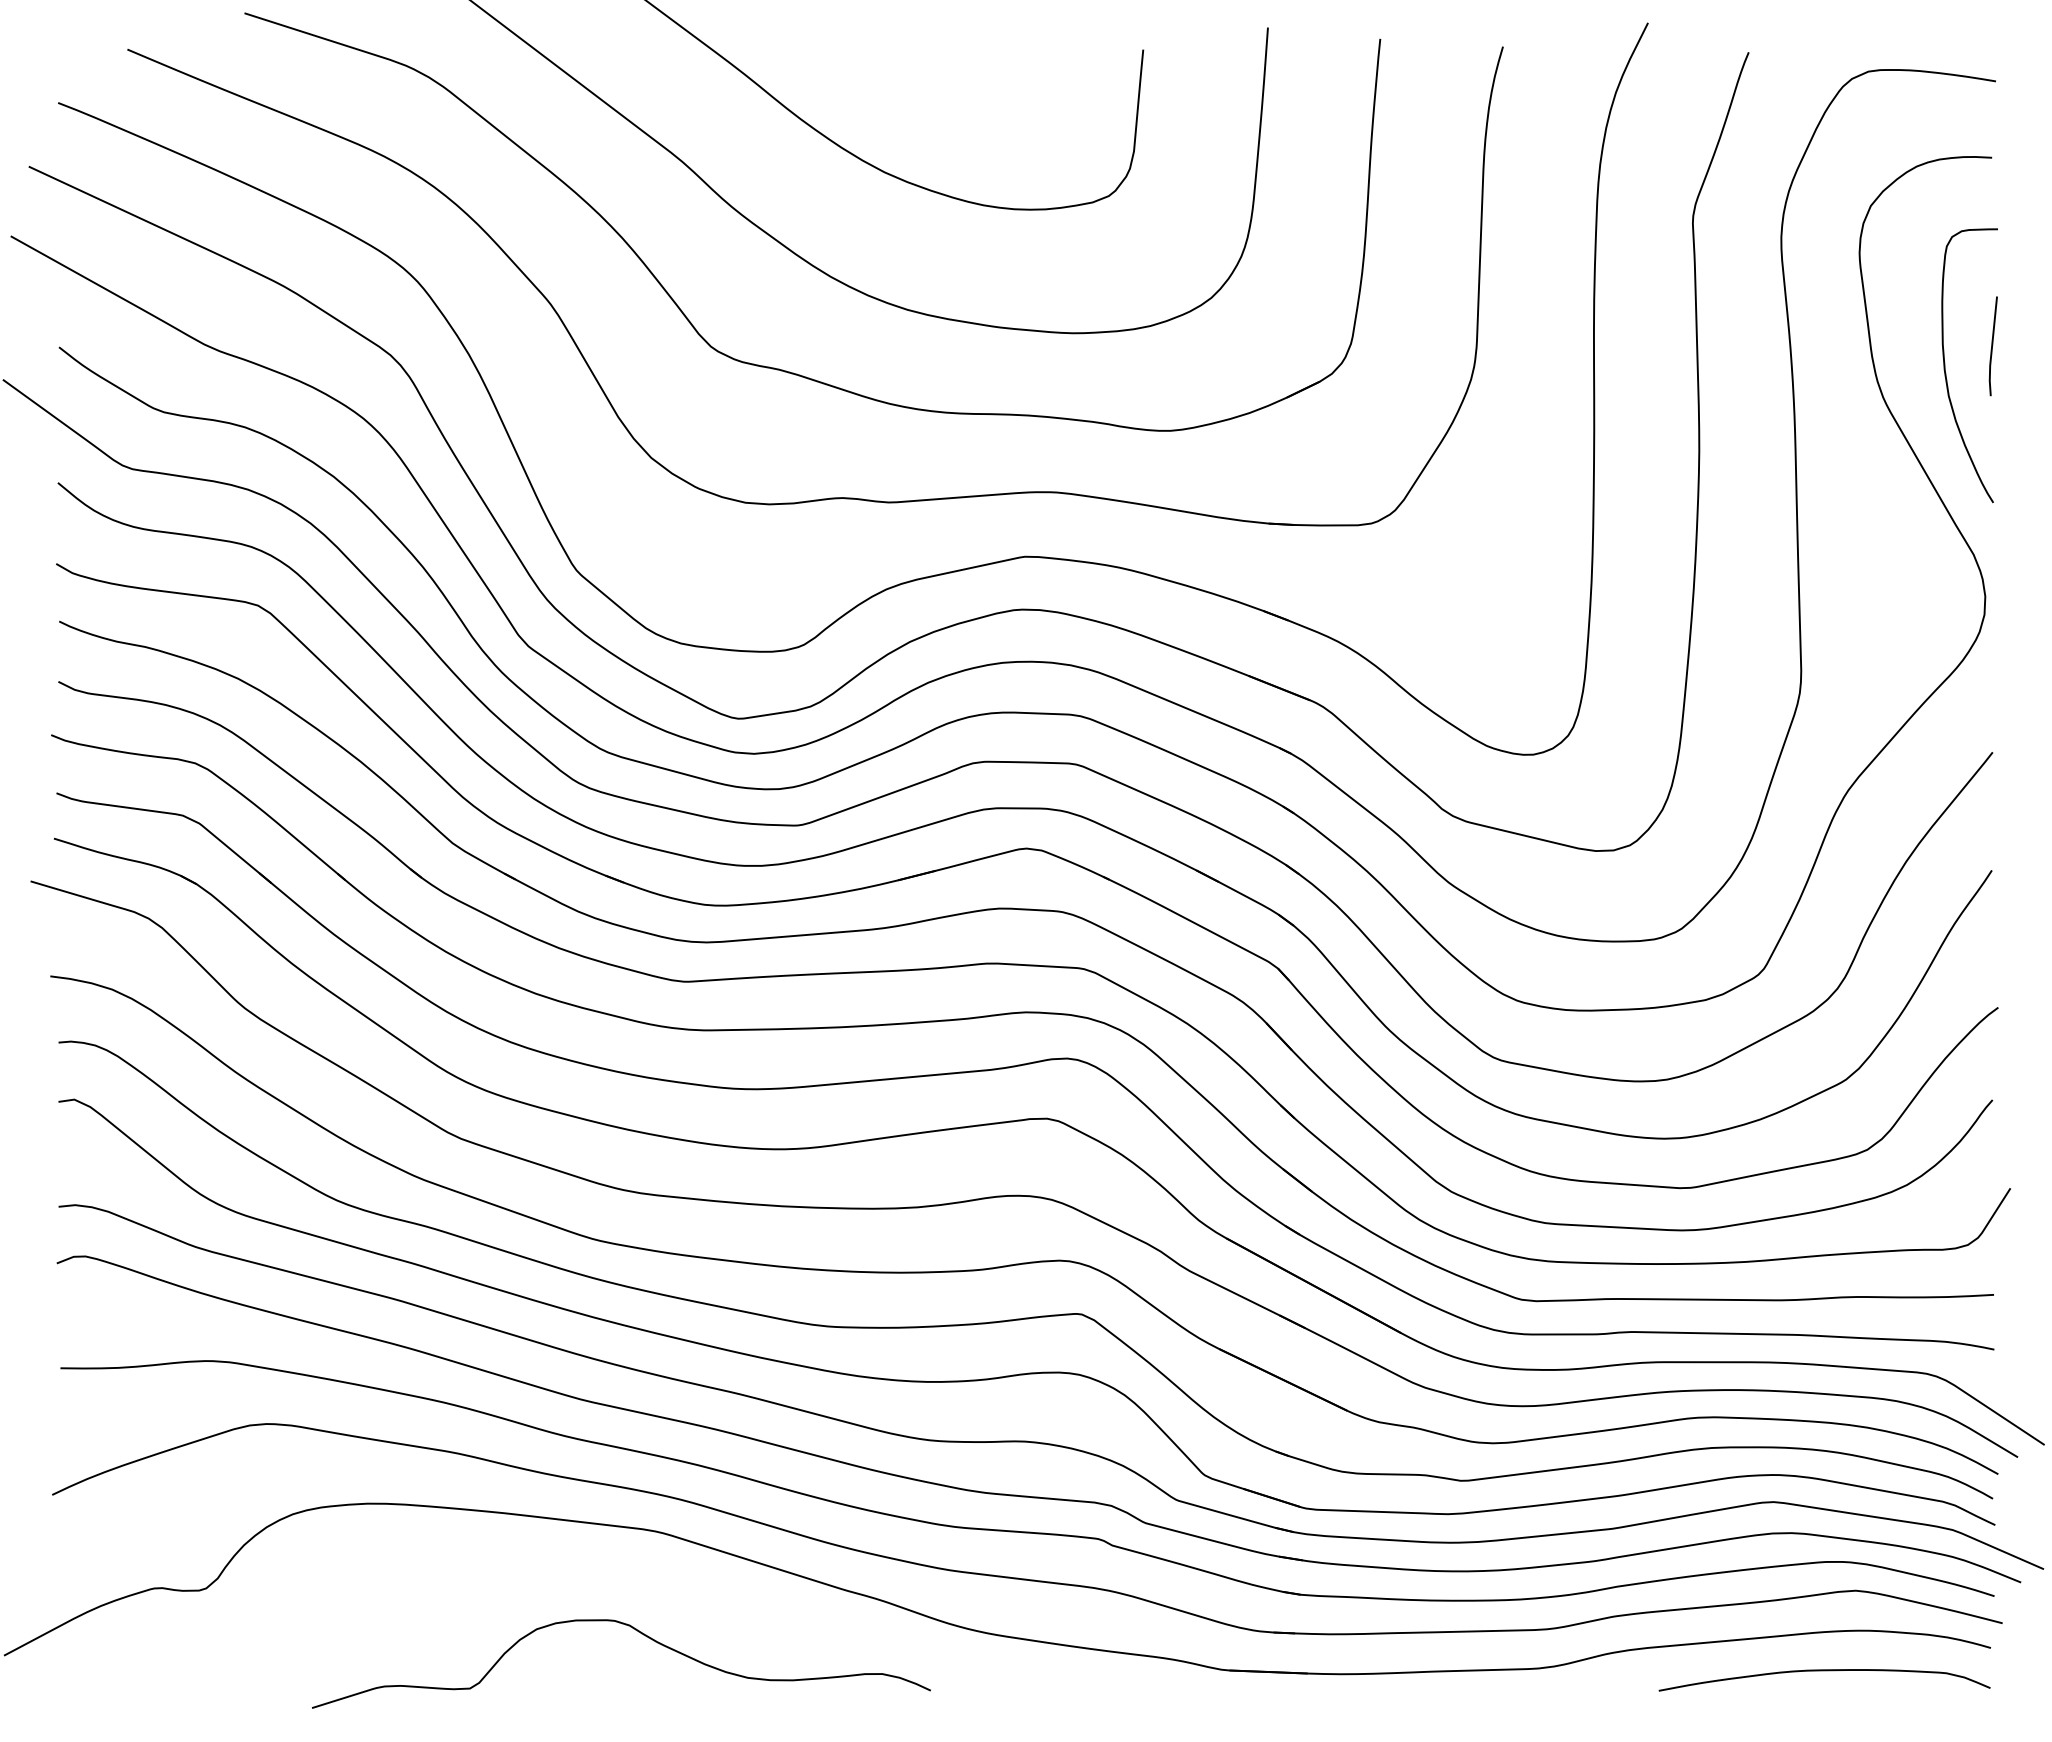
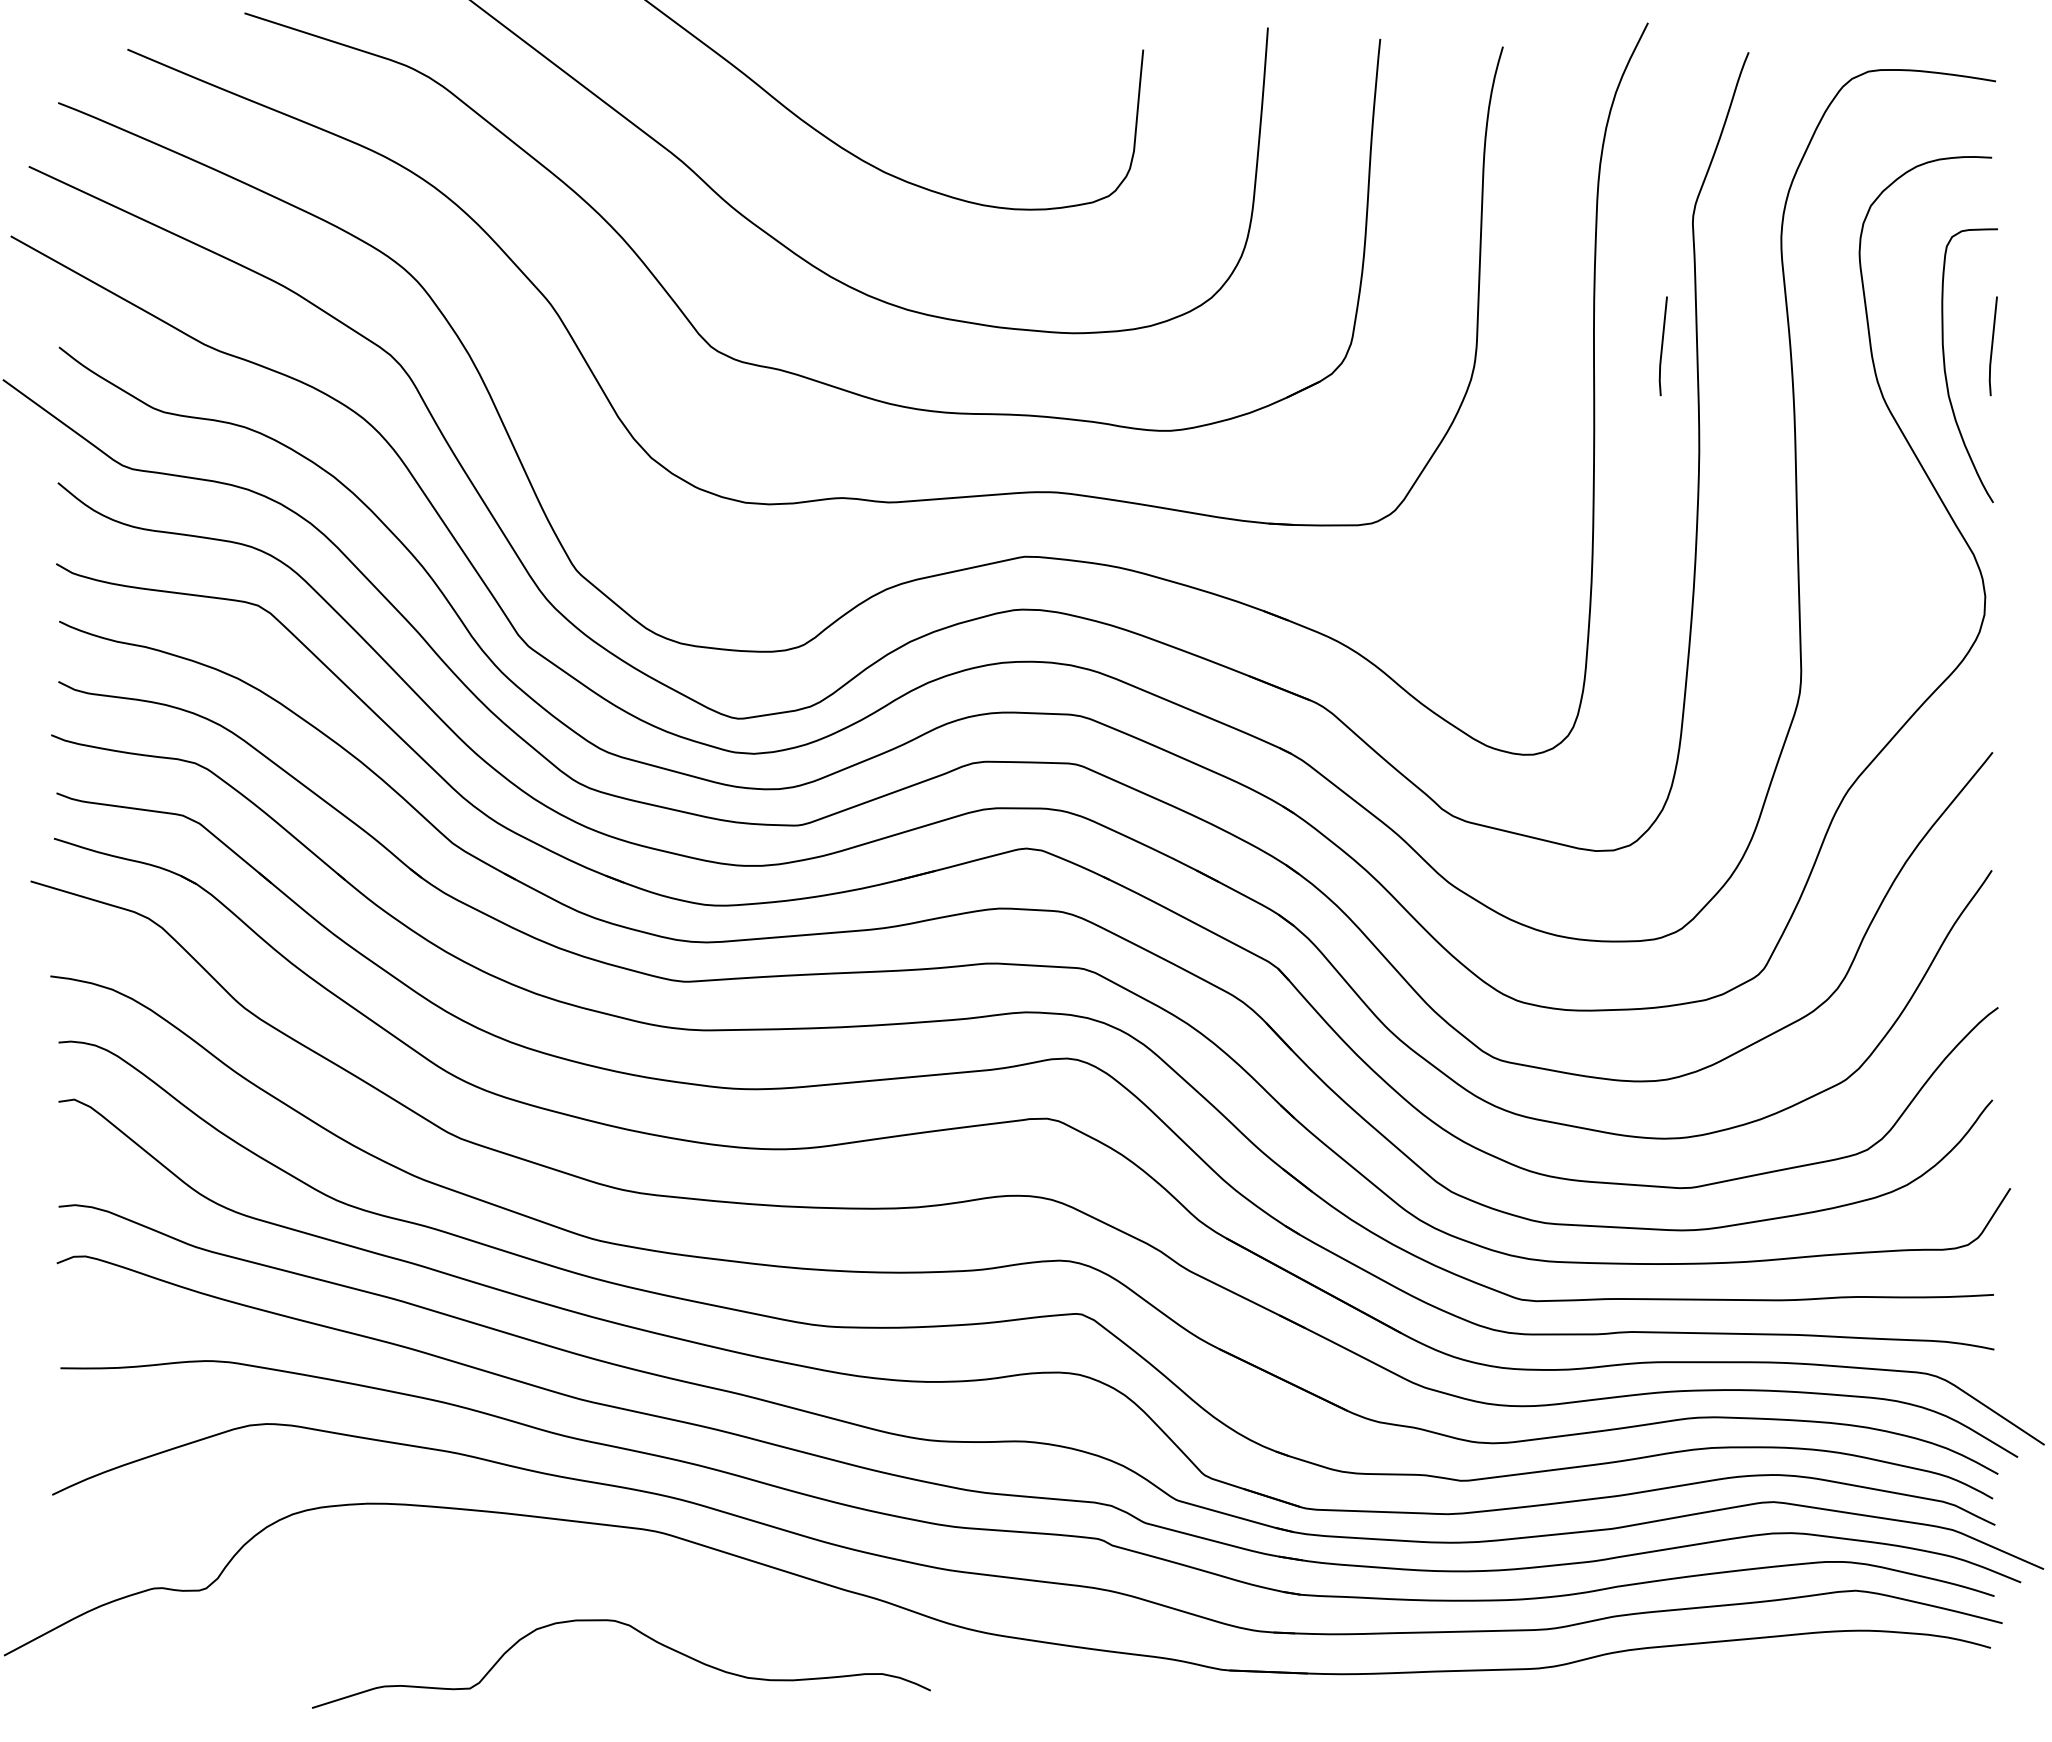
line at (1662, 346): none -> present
curve at (1824, 1671): present -> none
